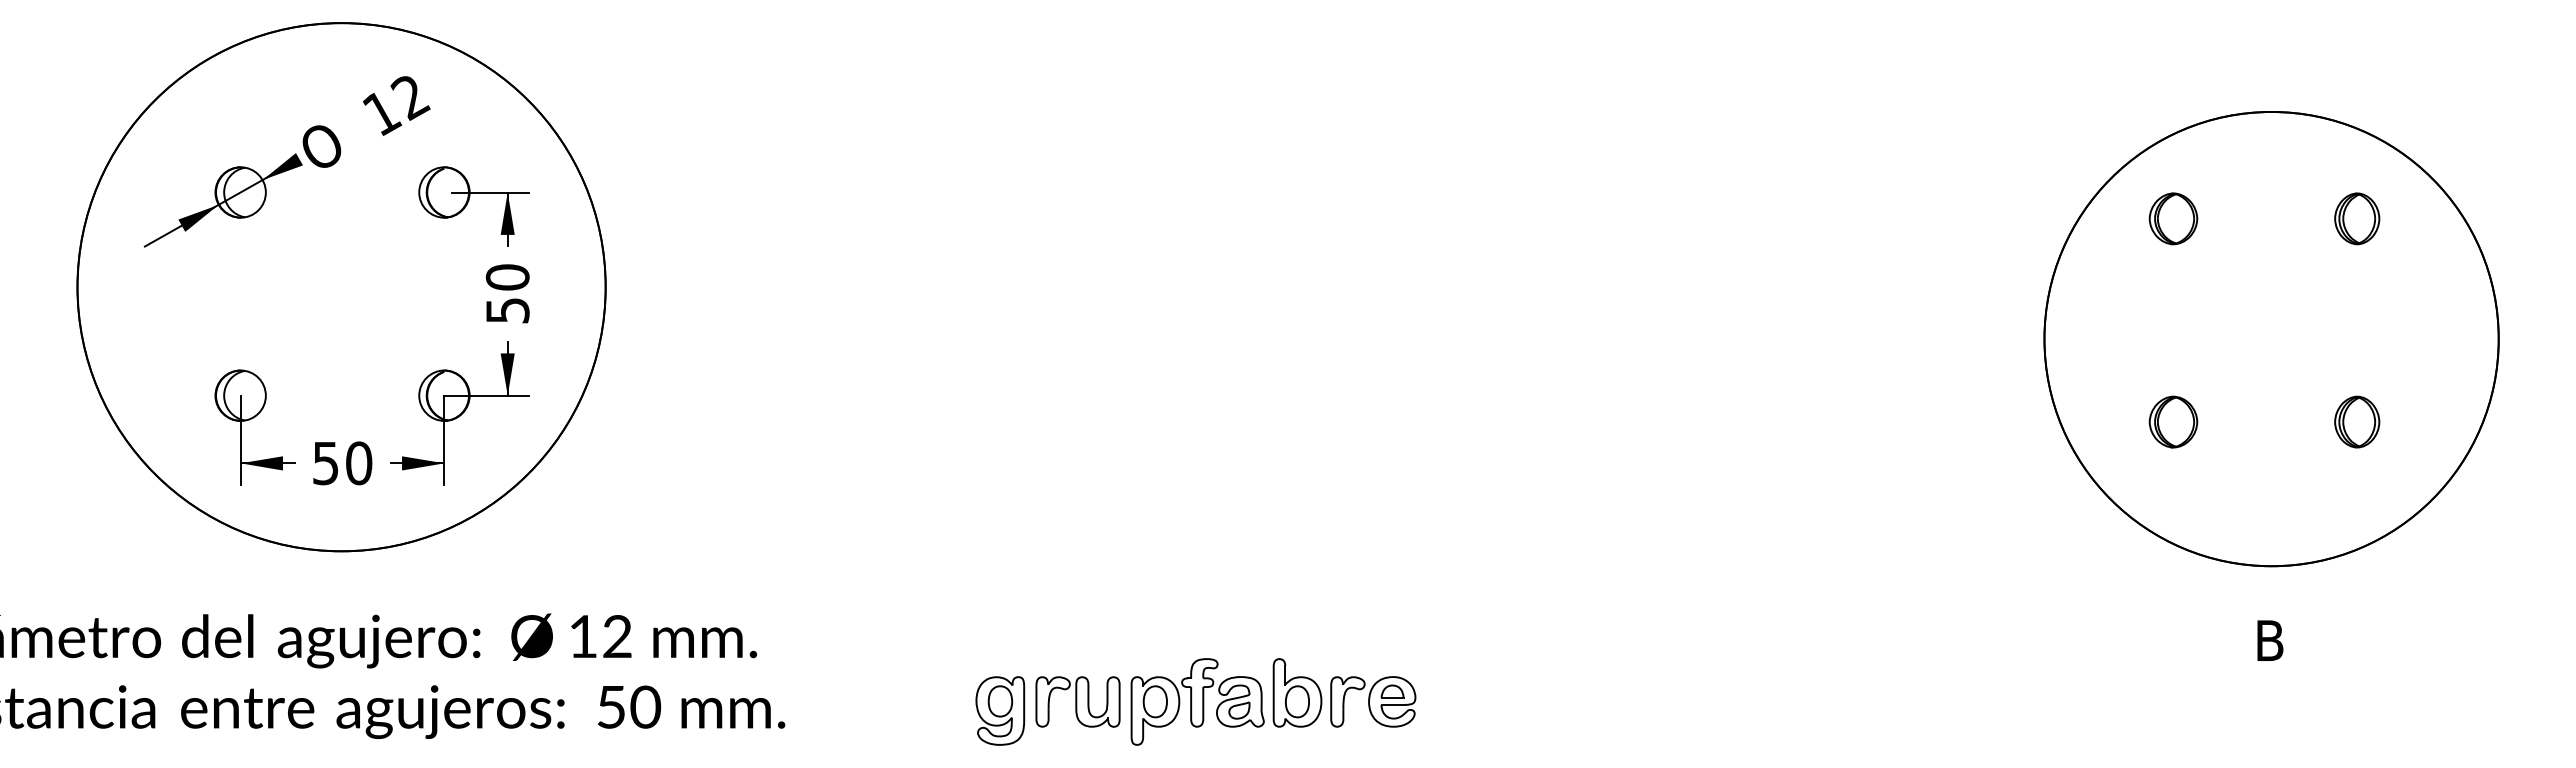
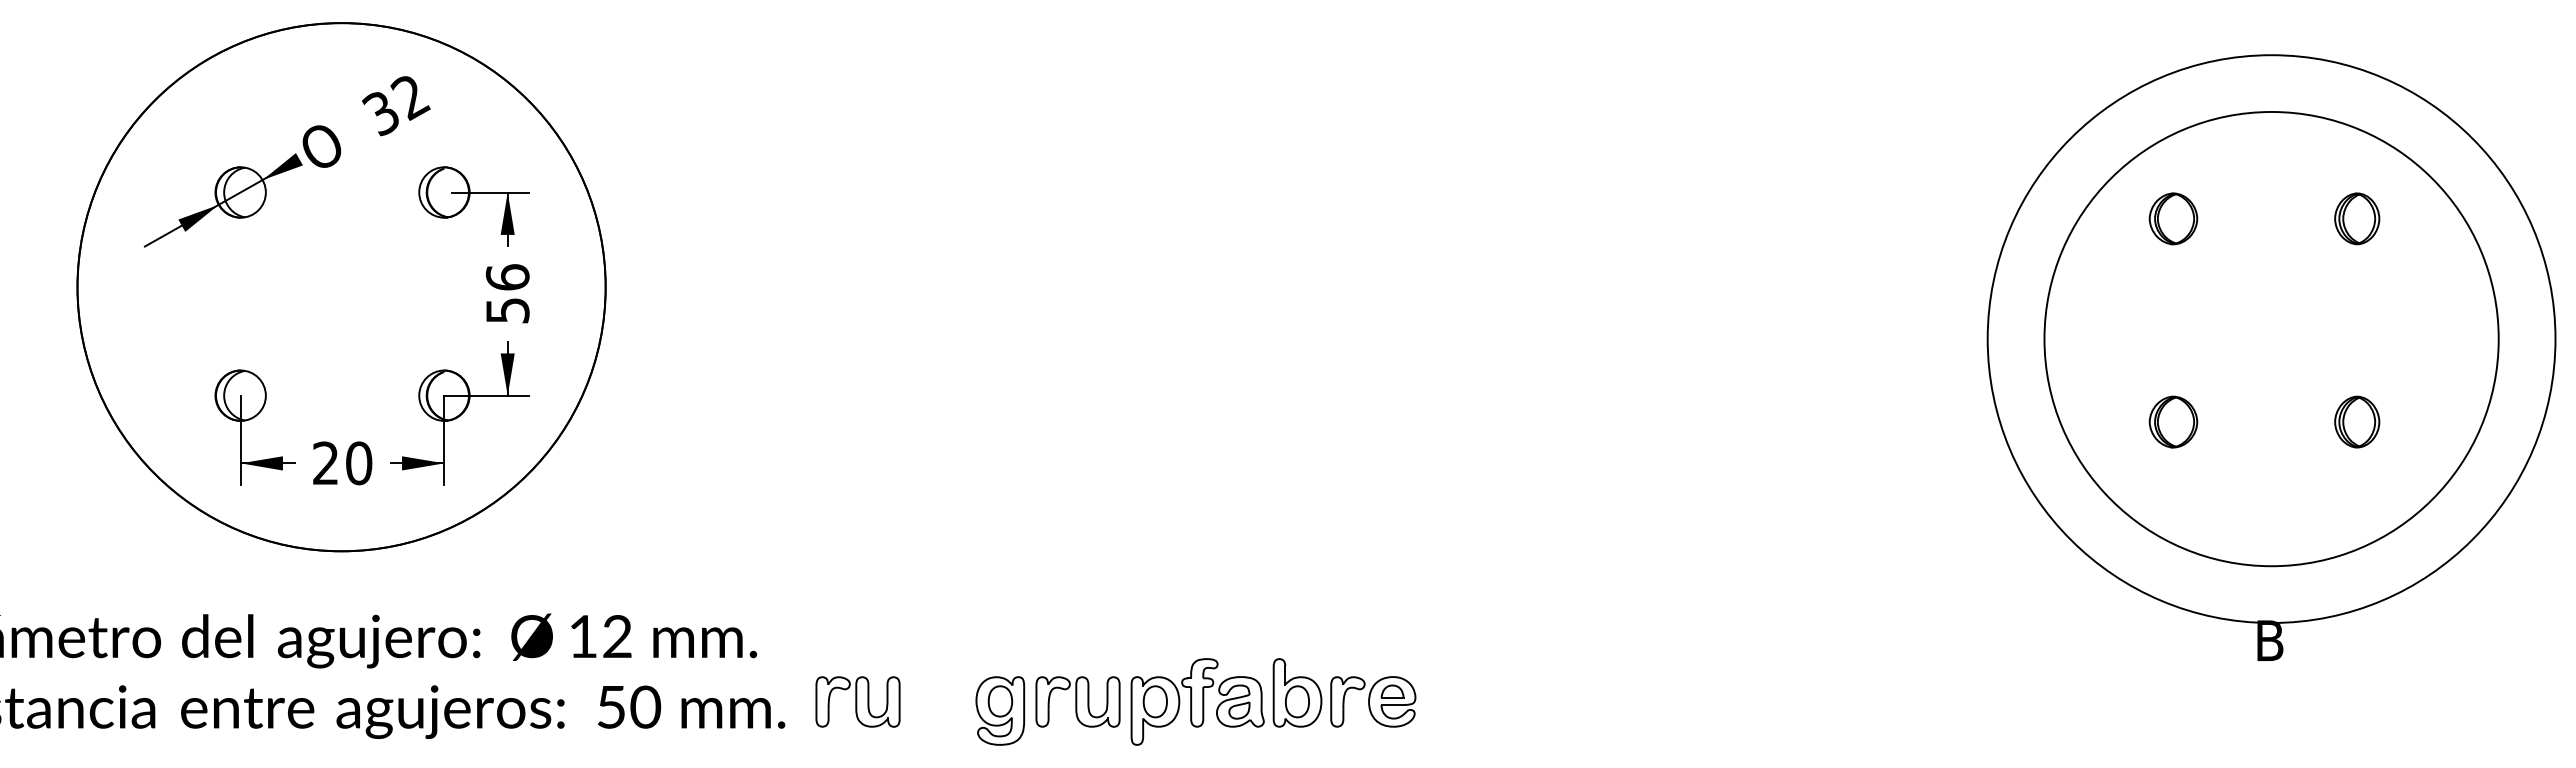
text at (382, 114): 12 -> 32
text at (507, 277): 50 -> 56
circle at (2271, 338) diameter: 454 px -> 568 px
text at (325, 463): 50 -> 20
part at (857, 701): none -> present
